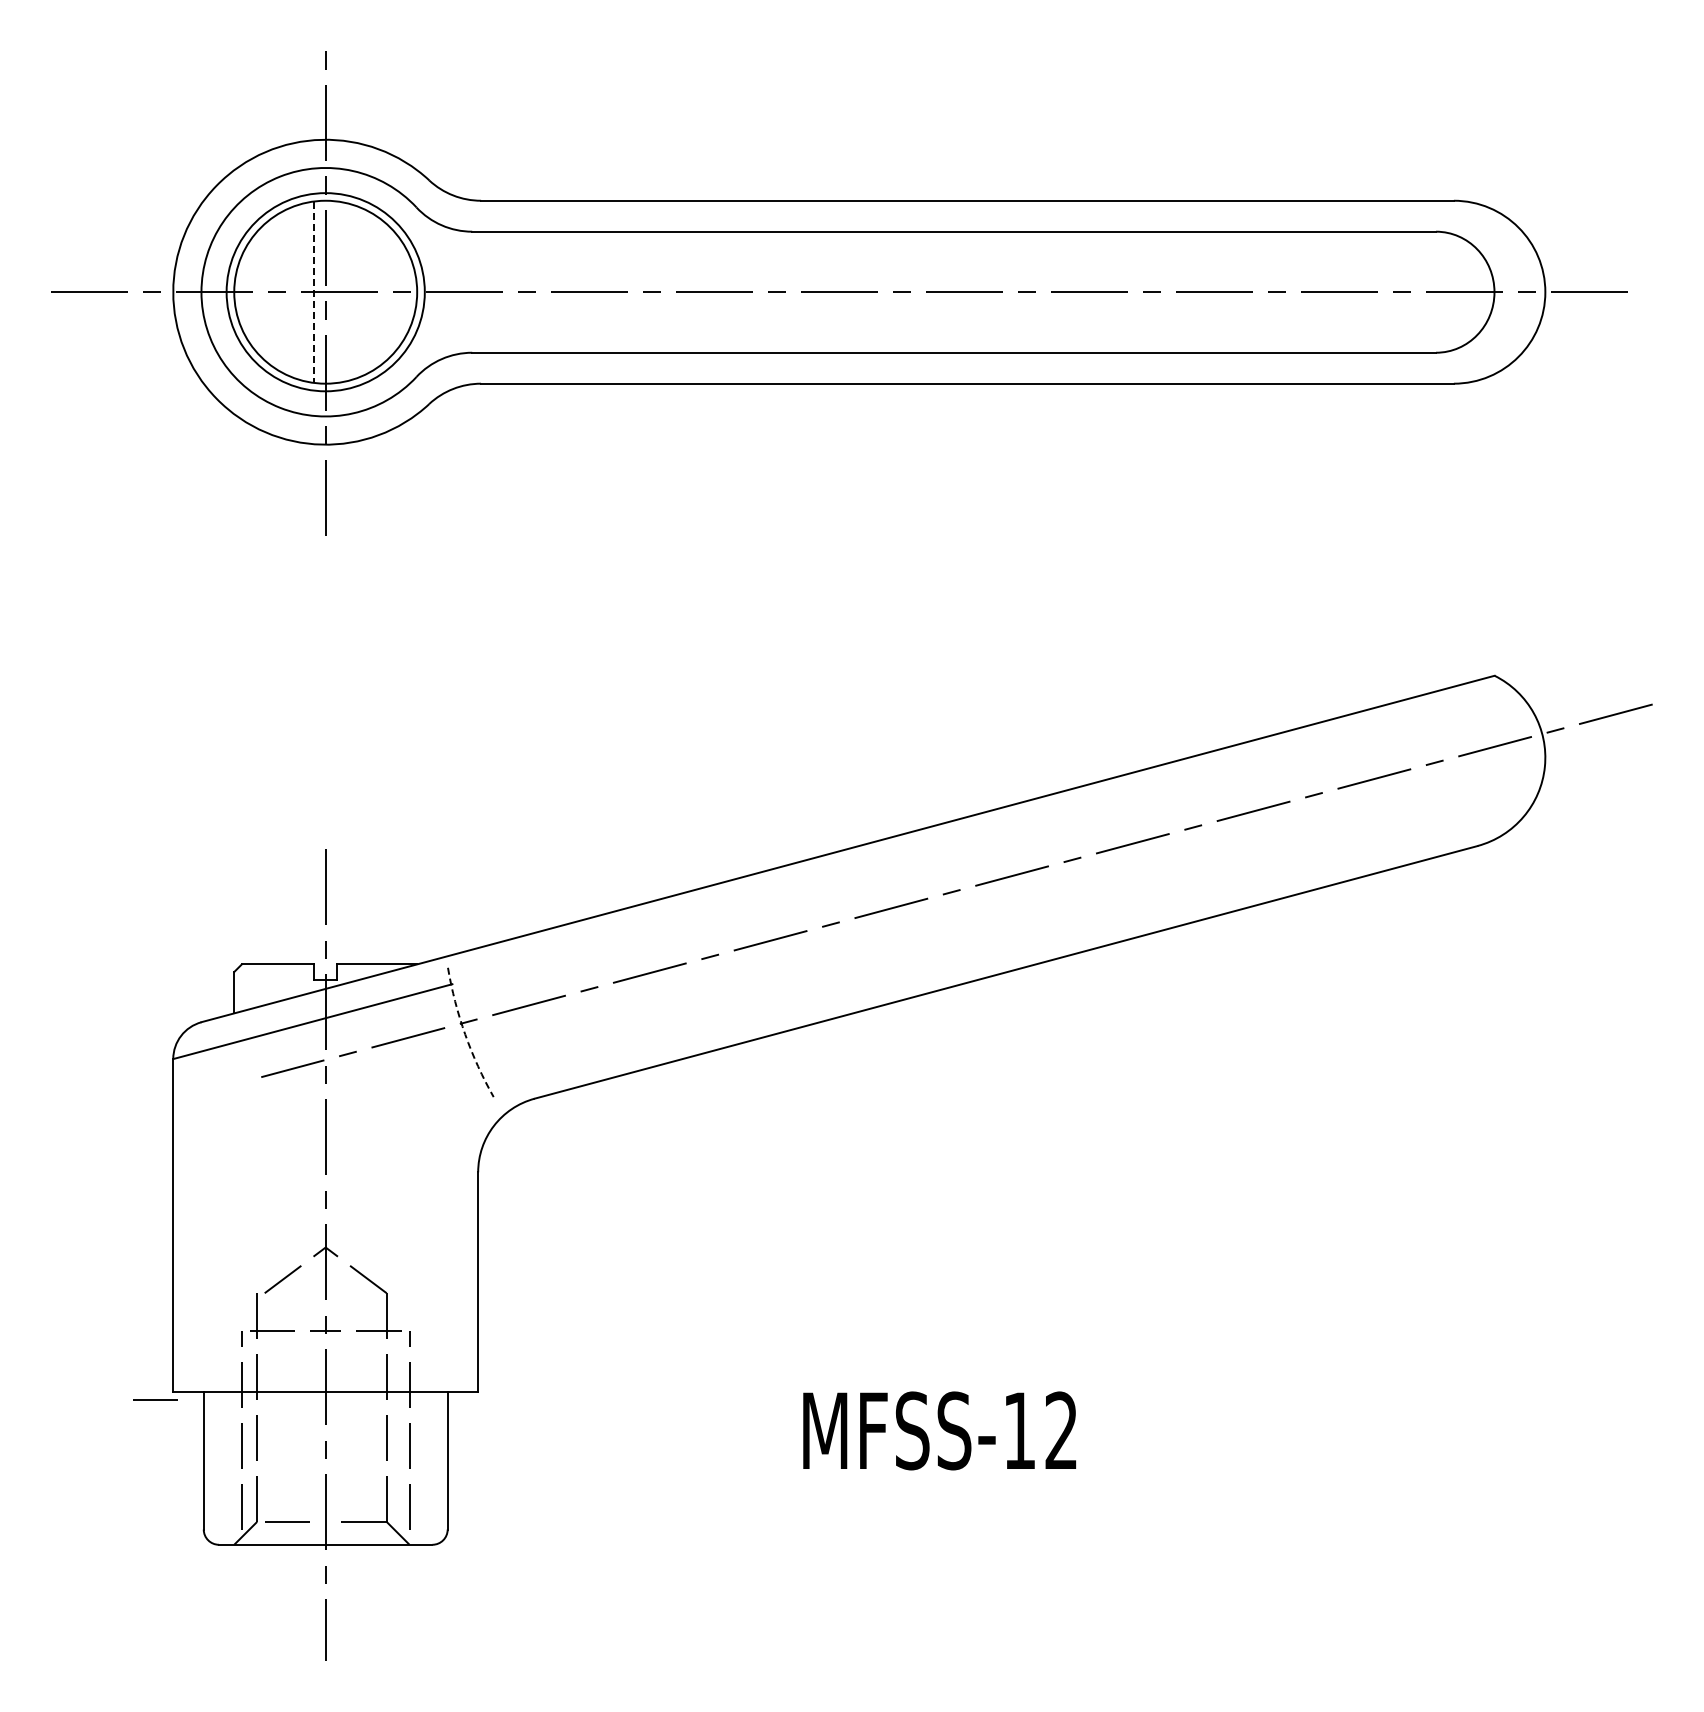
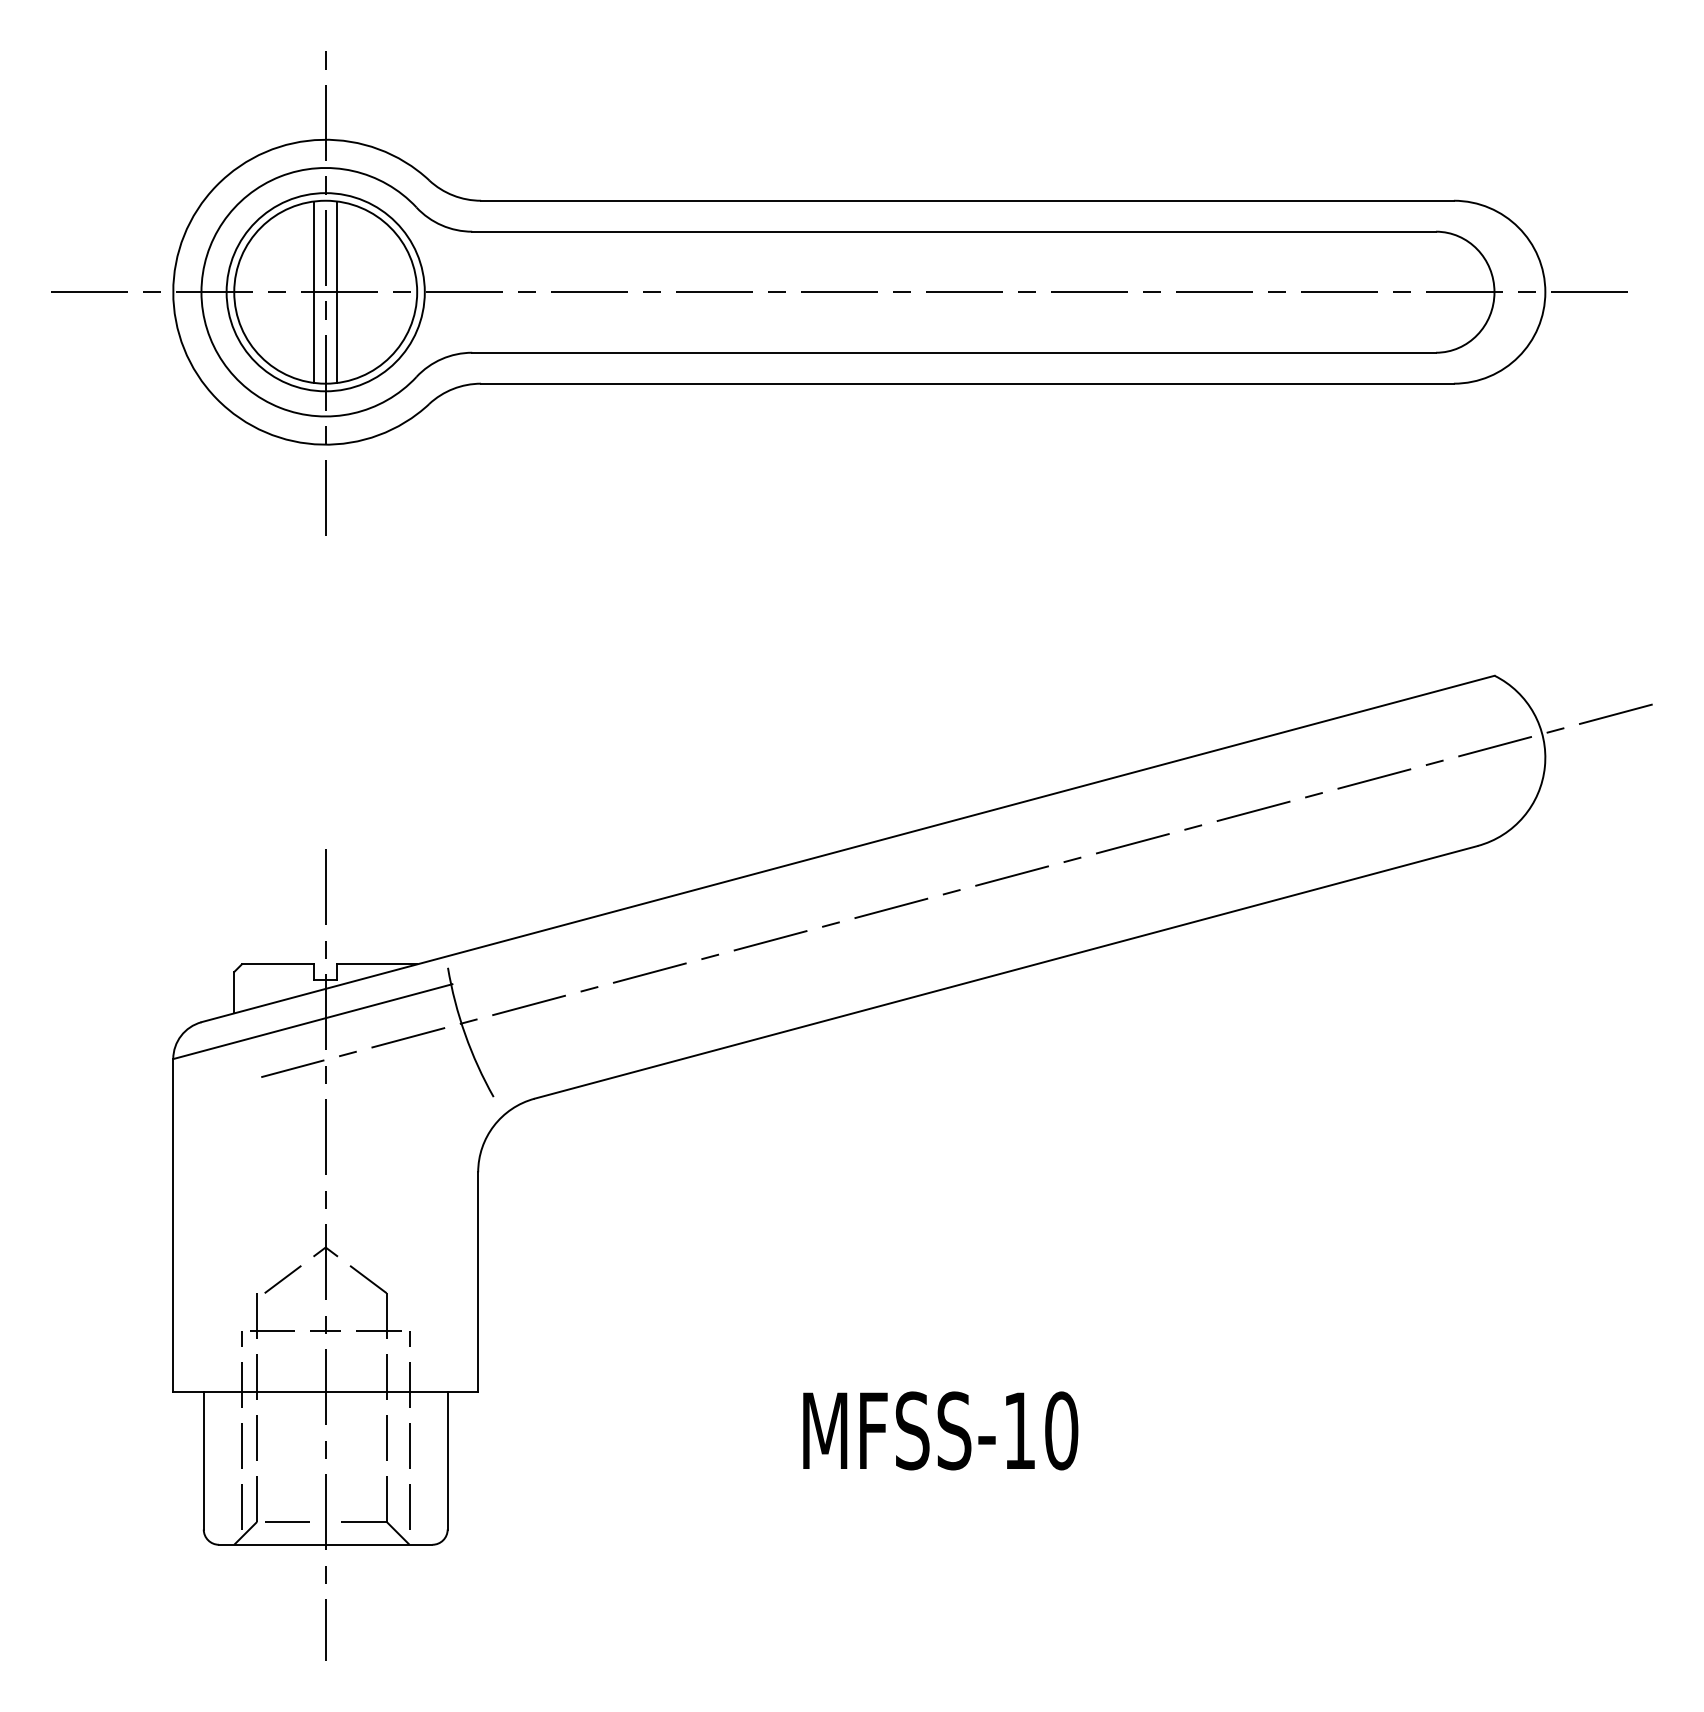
line at (337, 291): none -> present
line at (314, 292): dashed -> solid
arc at (465, 1034): dashed -> solid
line at (155, 1399): present -> none
text at (1061, 1430): MFSS-12 -> MFSS-10
